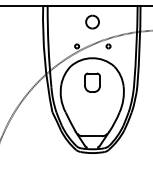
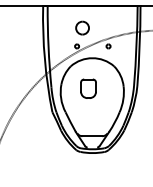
part at (92, 21) position: (92, 21) -> (82, 27)
part at (92, 82) position: (92, 82) -> (88, 88)
